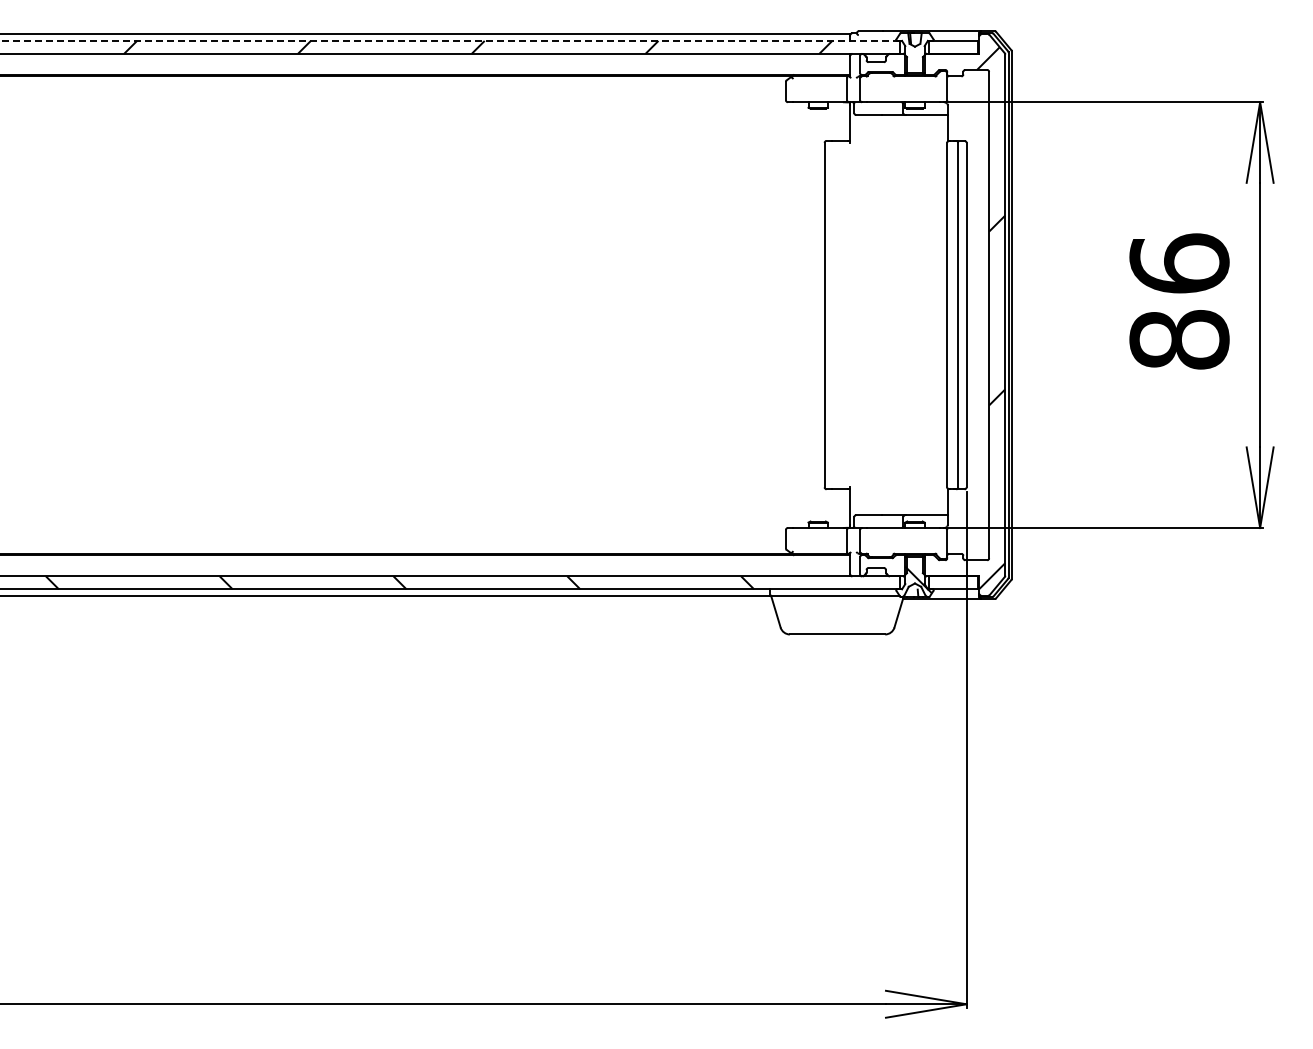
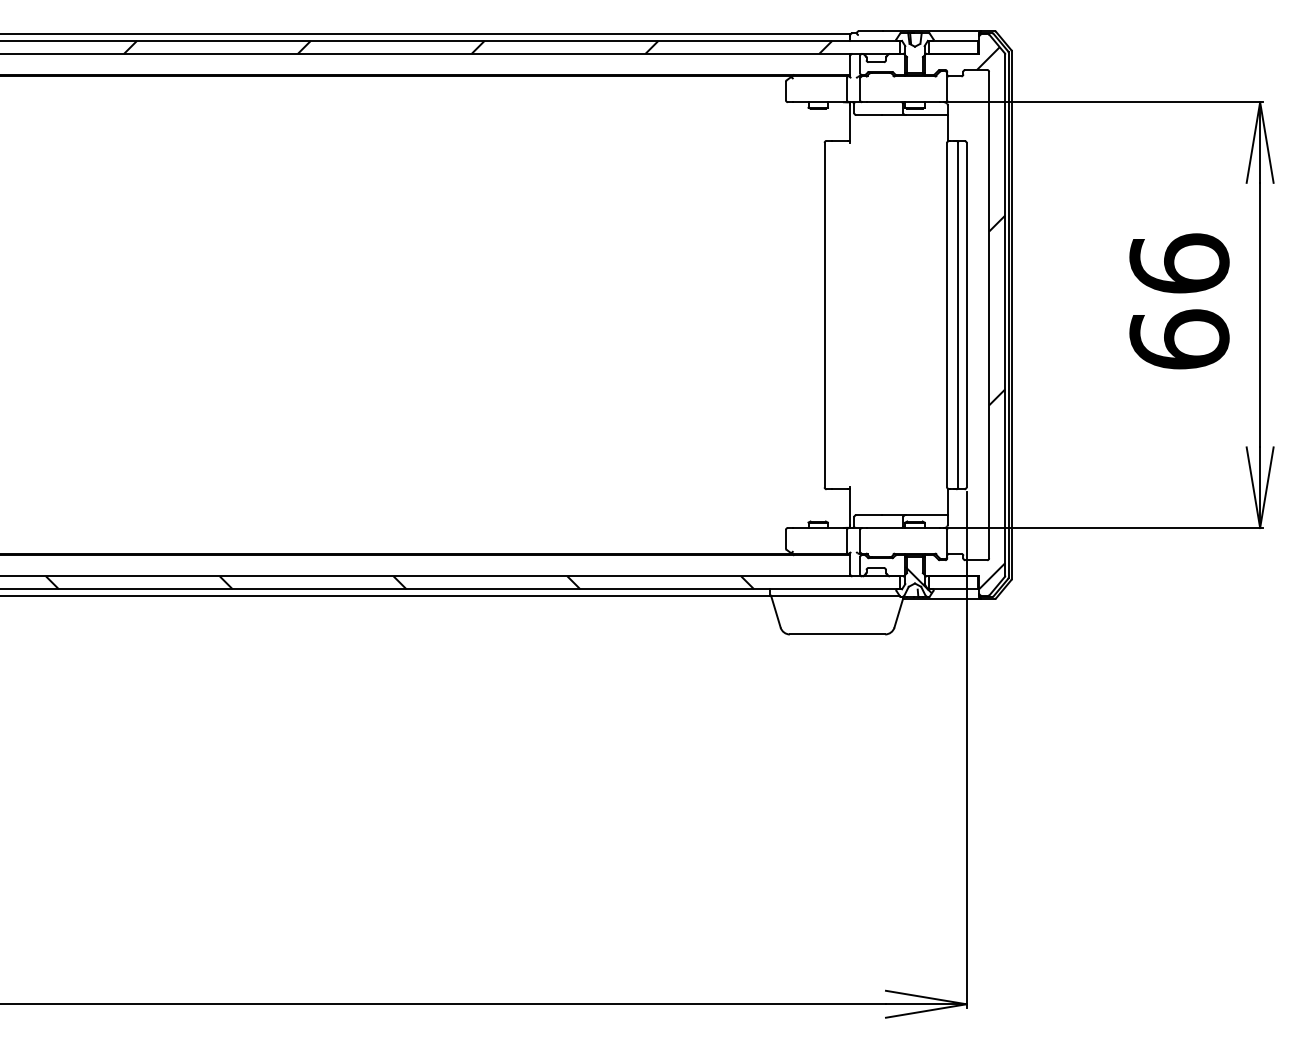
line at (450, 40): dashed -> solid
text at (1179, 339): 86 -> 66
